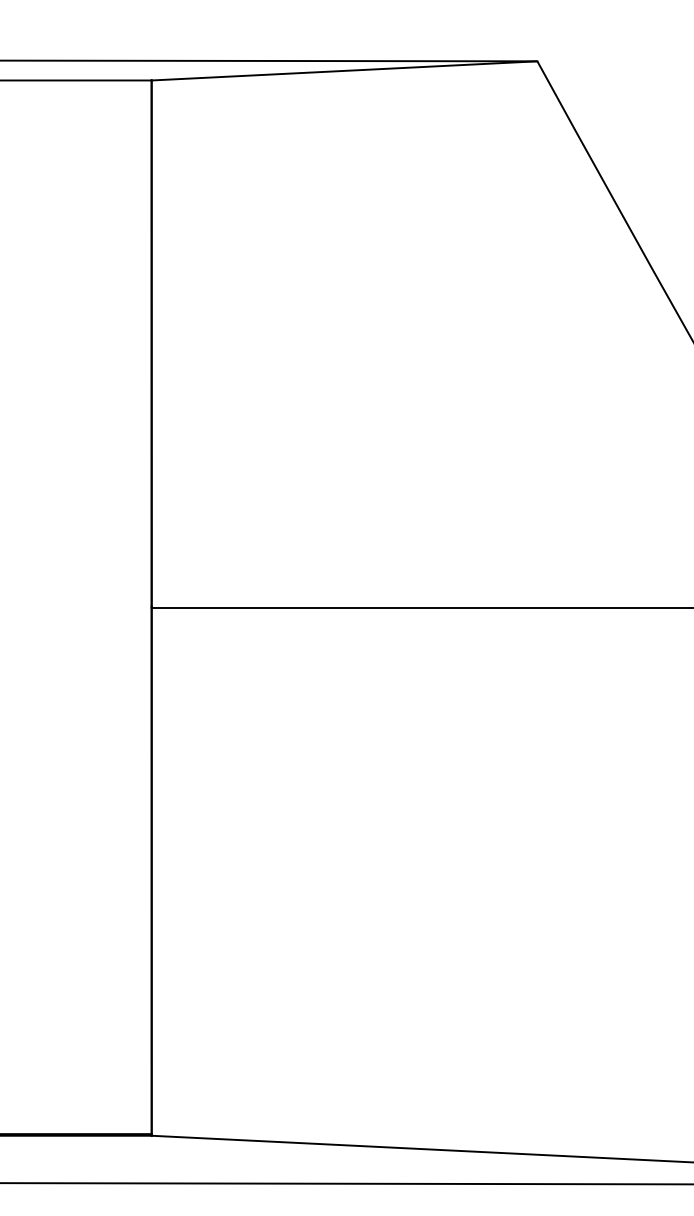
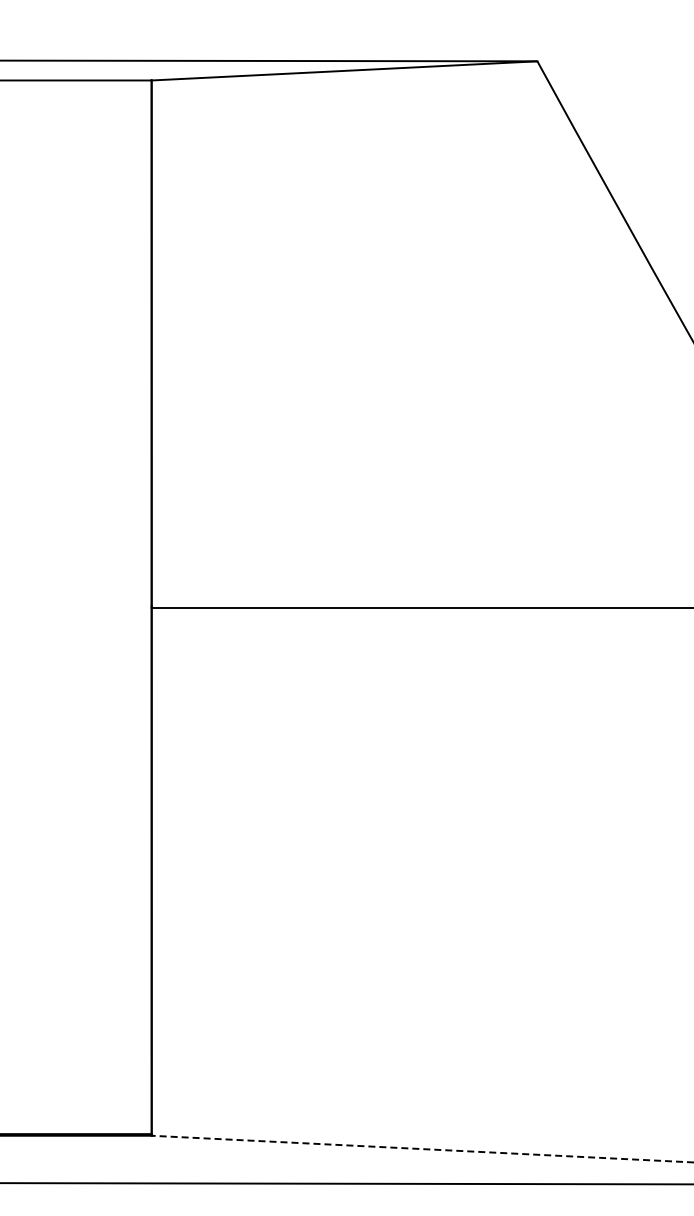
line at (422, 1149): solid -> dashed
